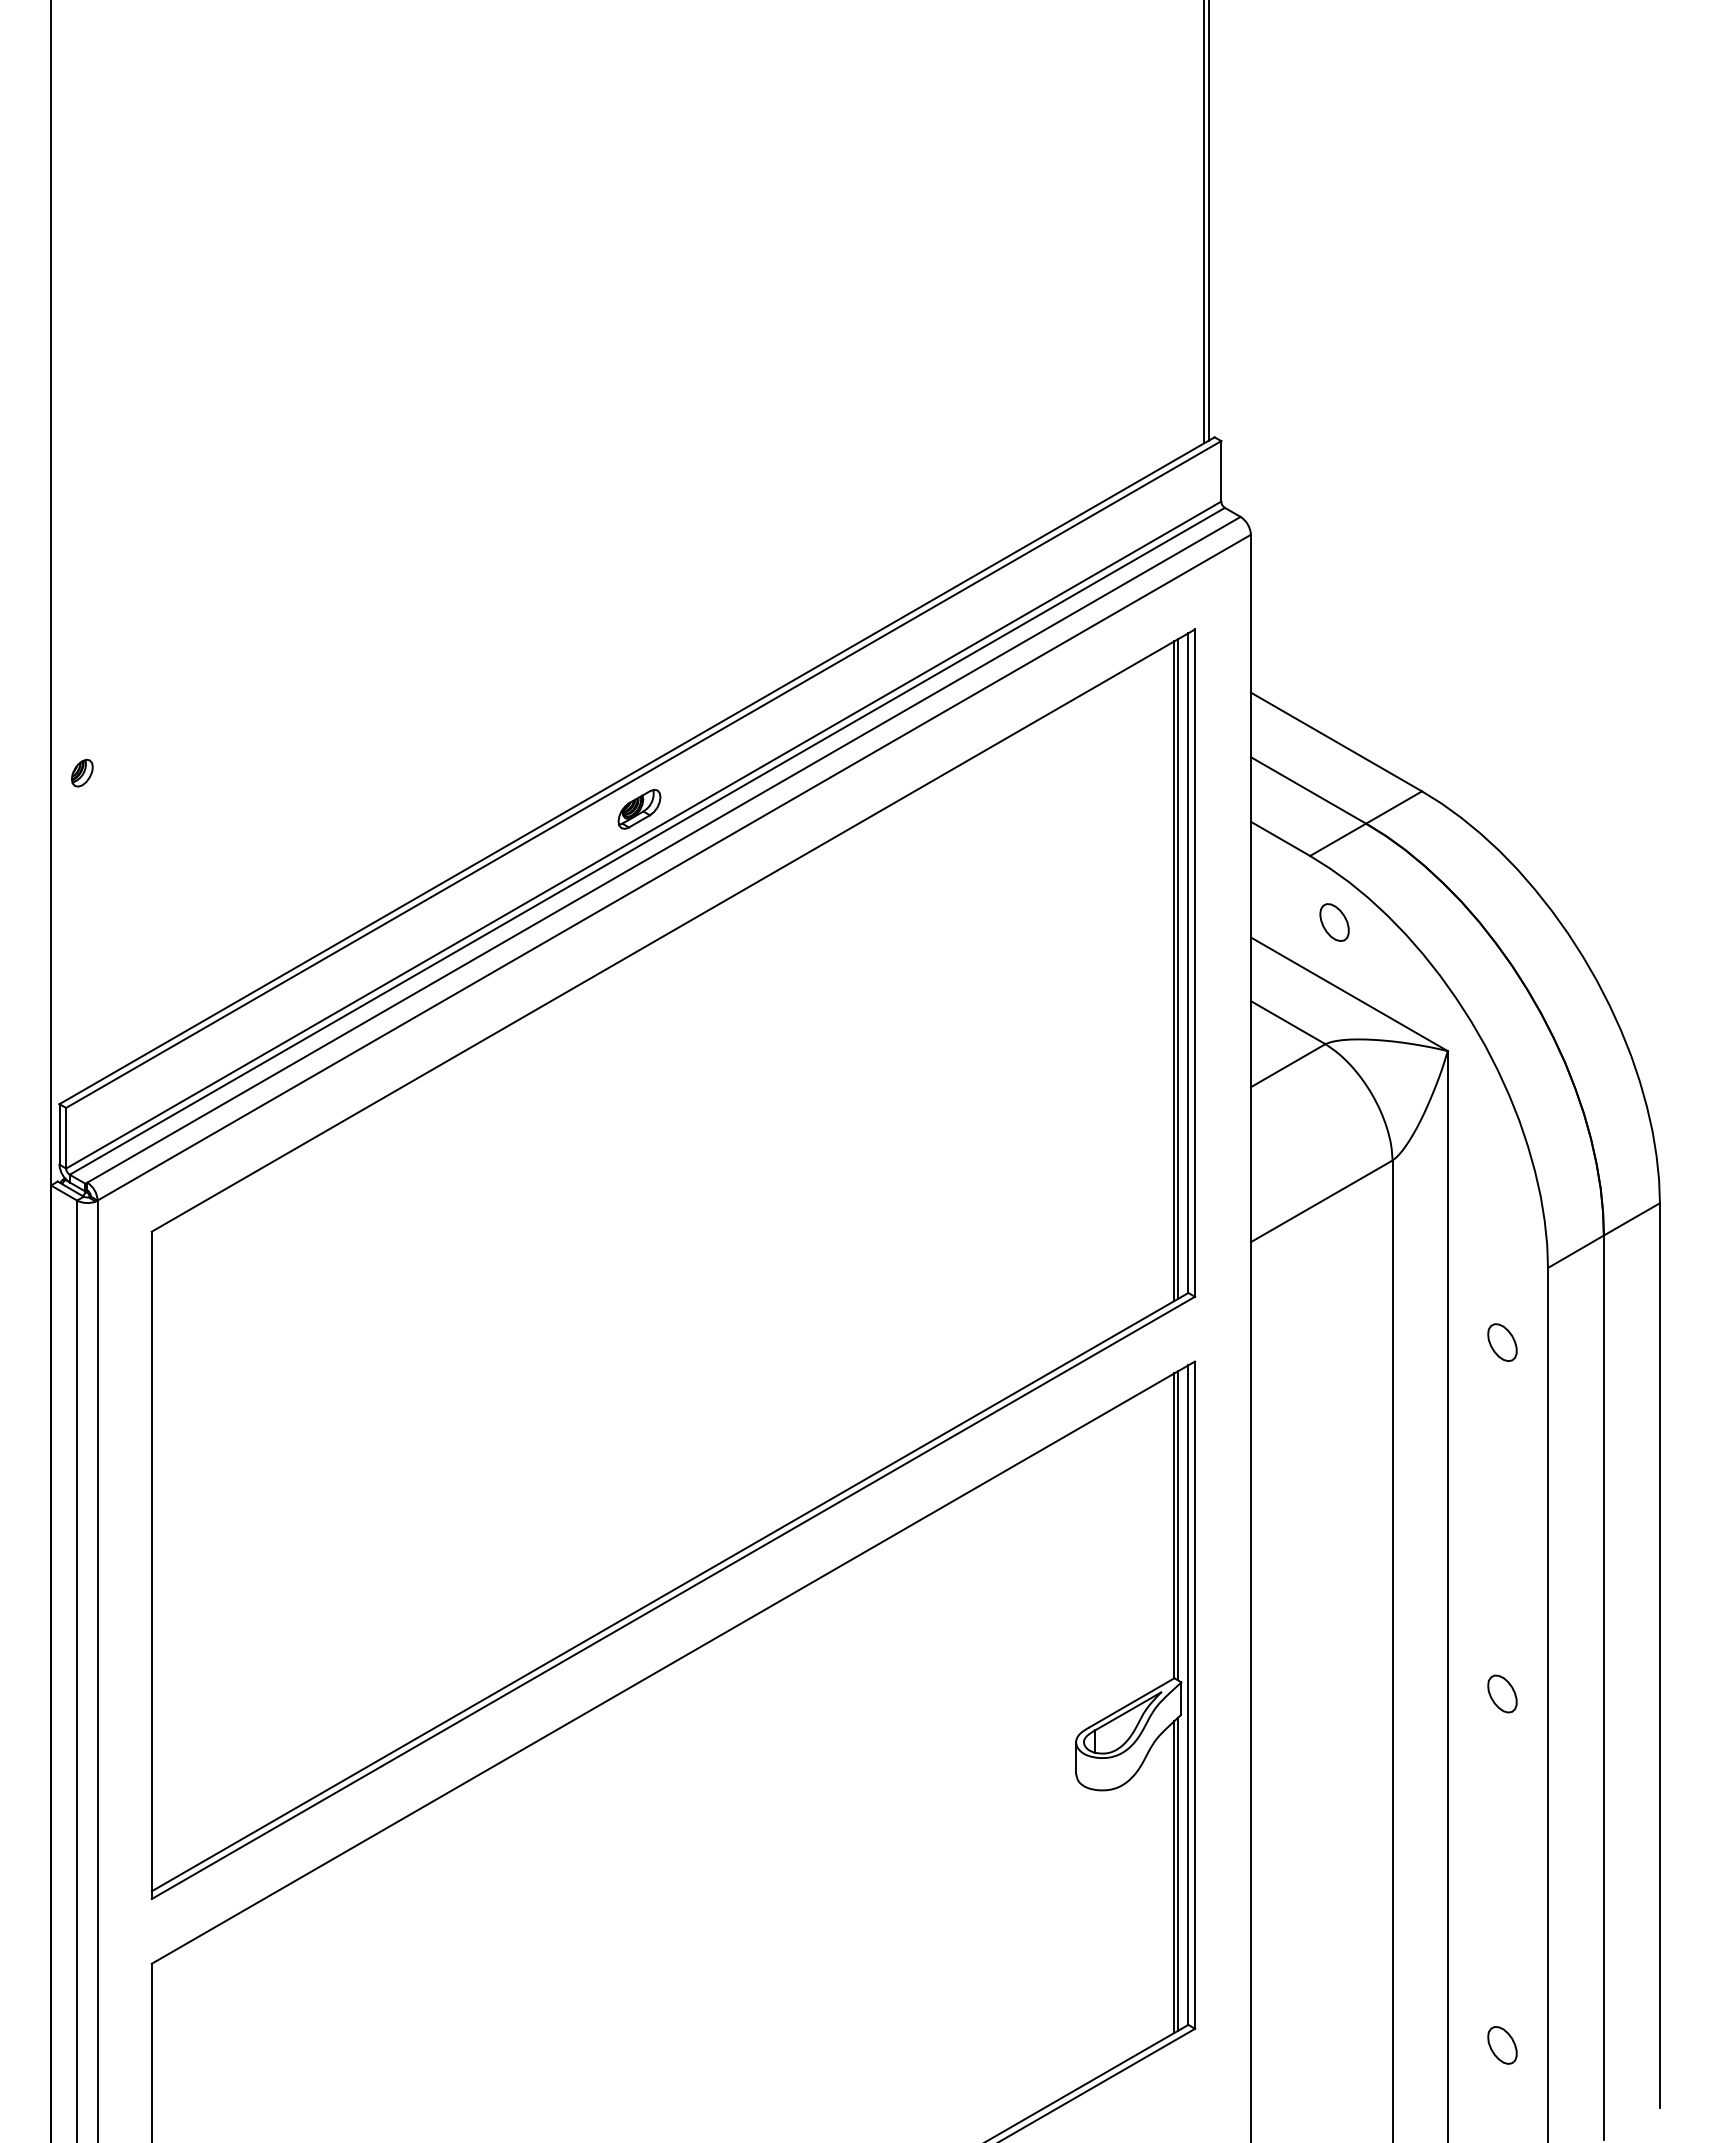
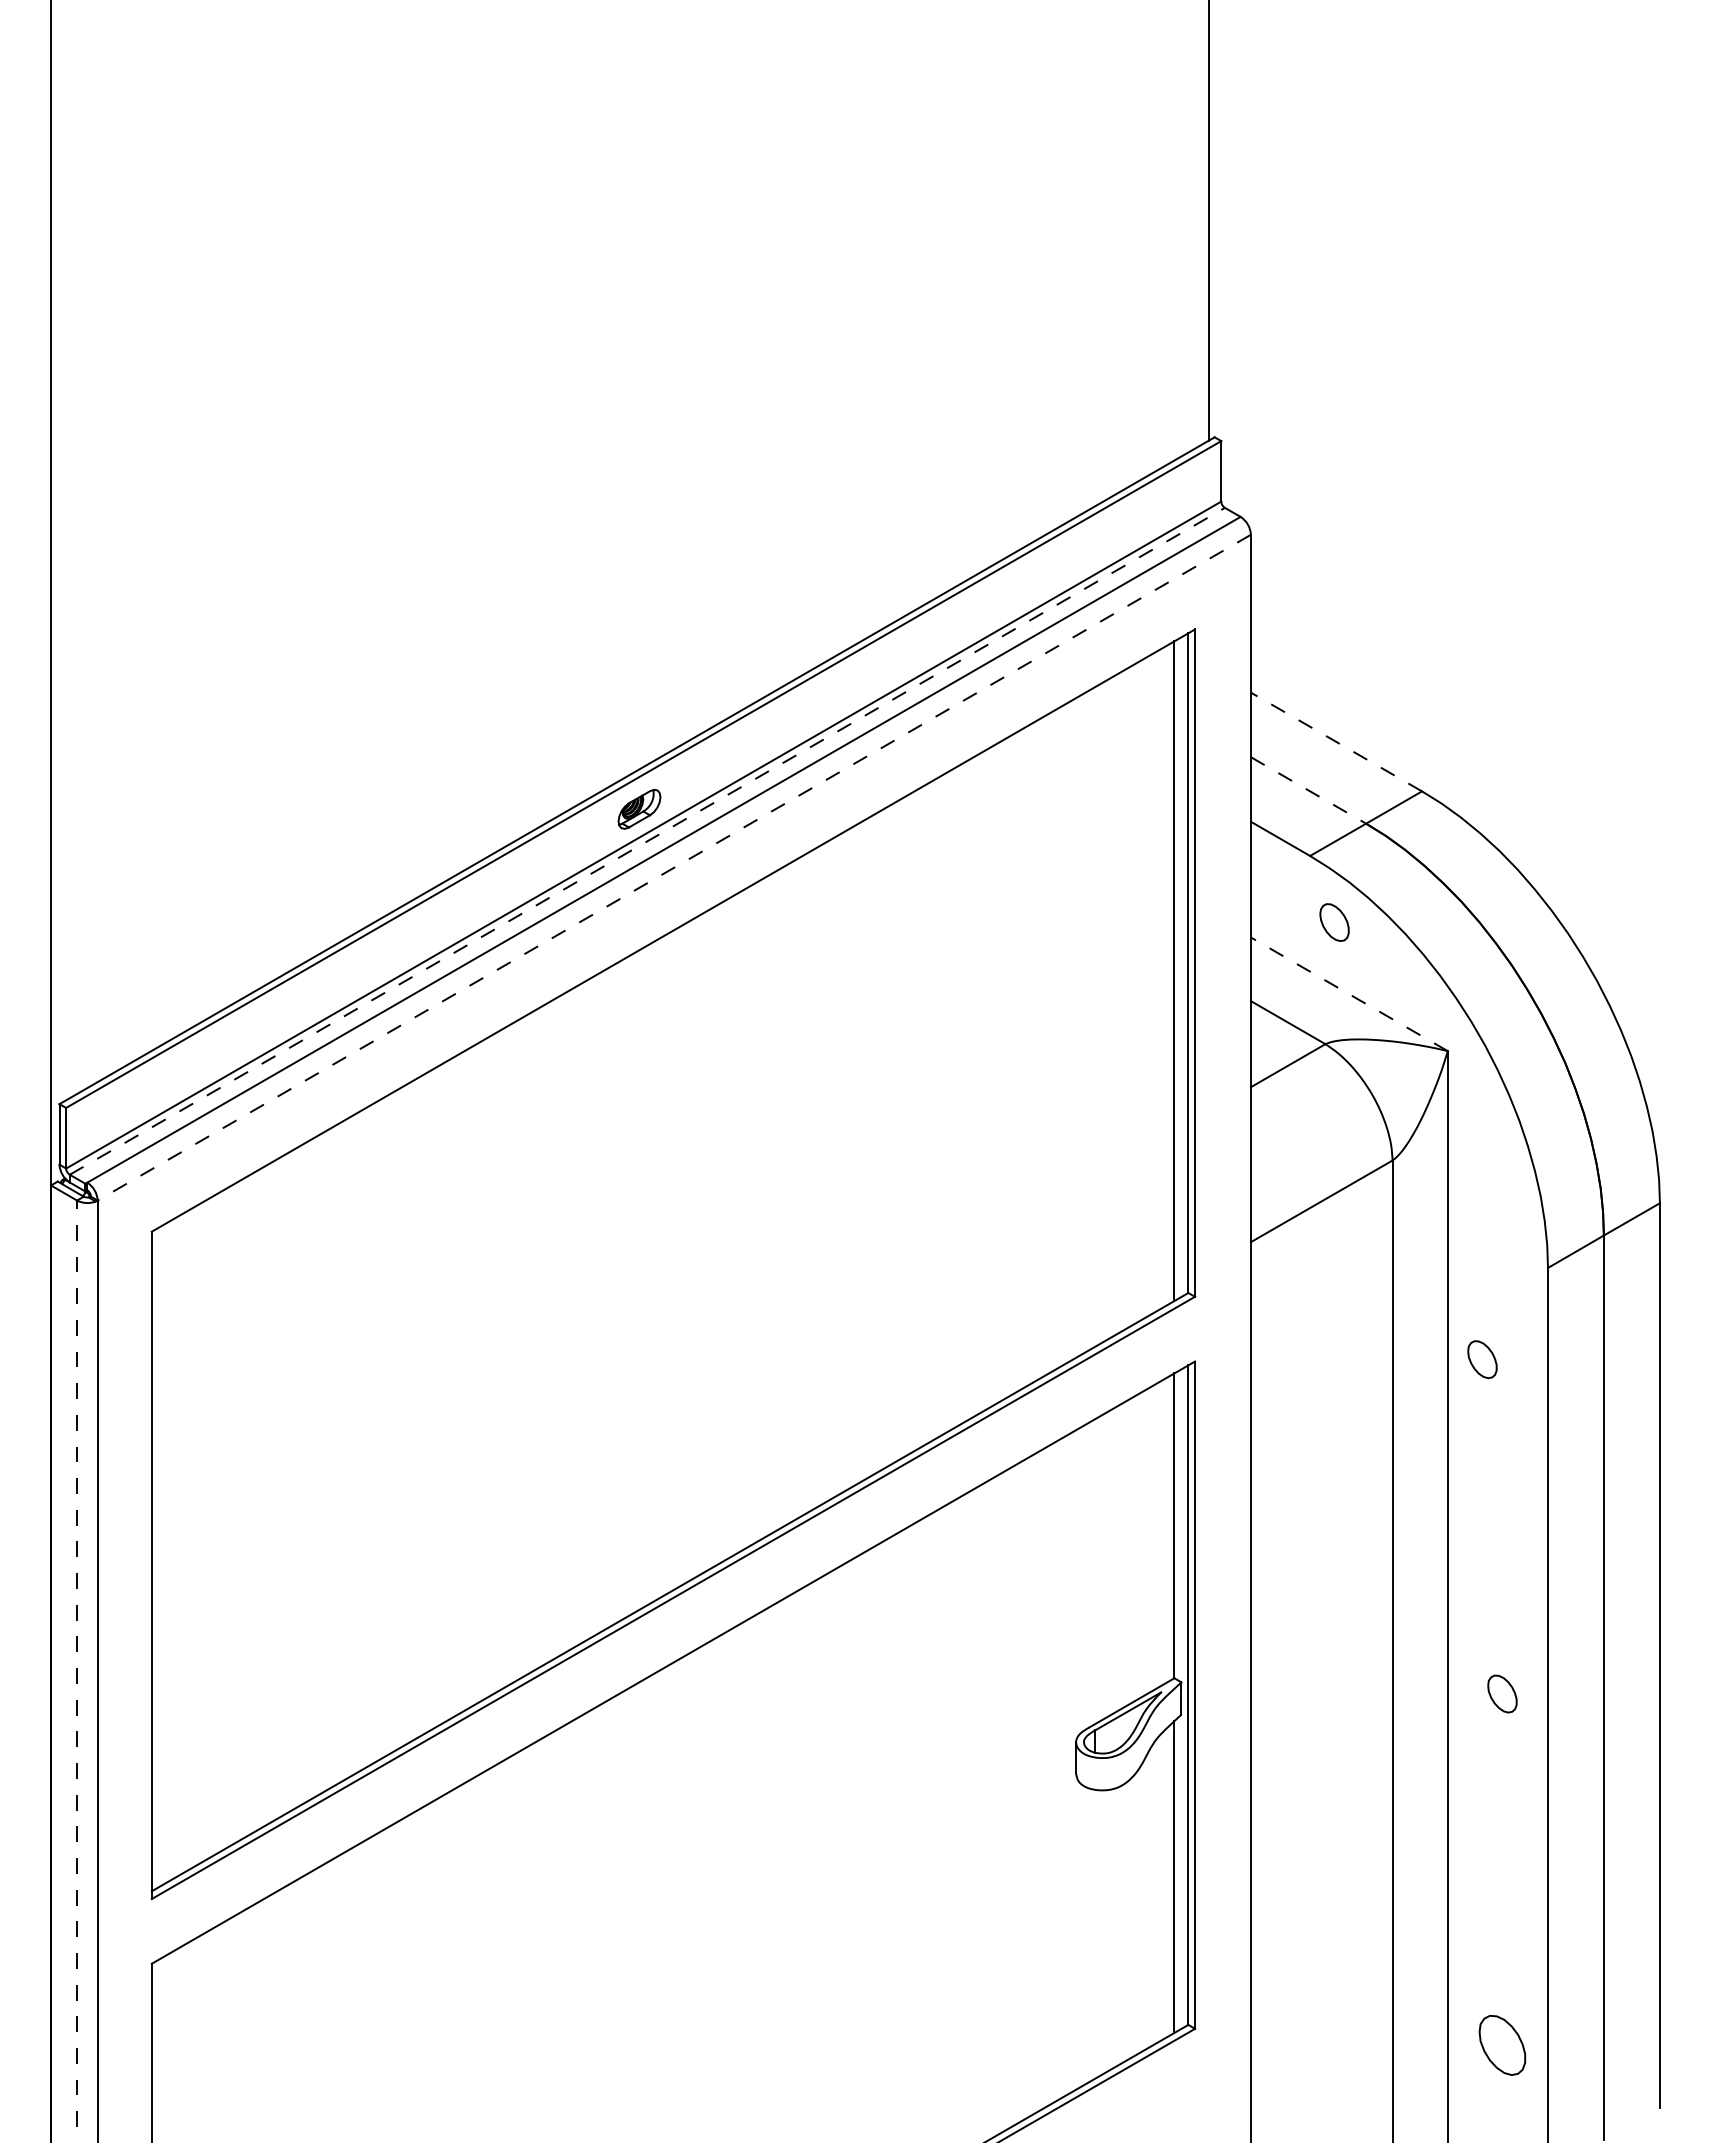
line at (1204, 222): present -> none
line at (1336, 742): solid -> dashed
part at (82, 772): present -> none
line at (1308, 790): solid -> dashed
line at (647, 841): solid -> dashed
line at (674, 867): solid -> dashed
line at (1177, 969): present -> none
line at (1349, 994): solid -> dashed
part at (1502, 1342) position: (1502, 1342) -> (1482, 1359)
line at (1177, 1525): present -> none
line at (77, 1671): solid -> dashed
line at (1177, 1874): present -> none
part at (1502, 2045) size: 31x39 px -> 49x61 px
